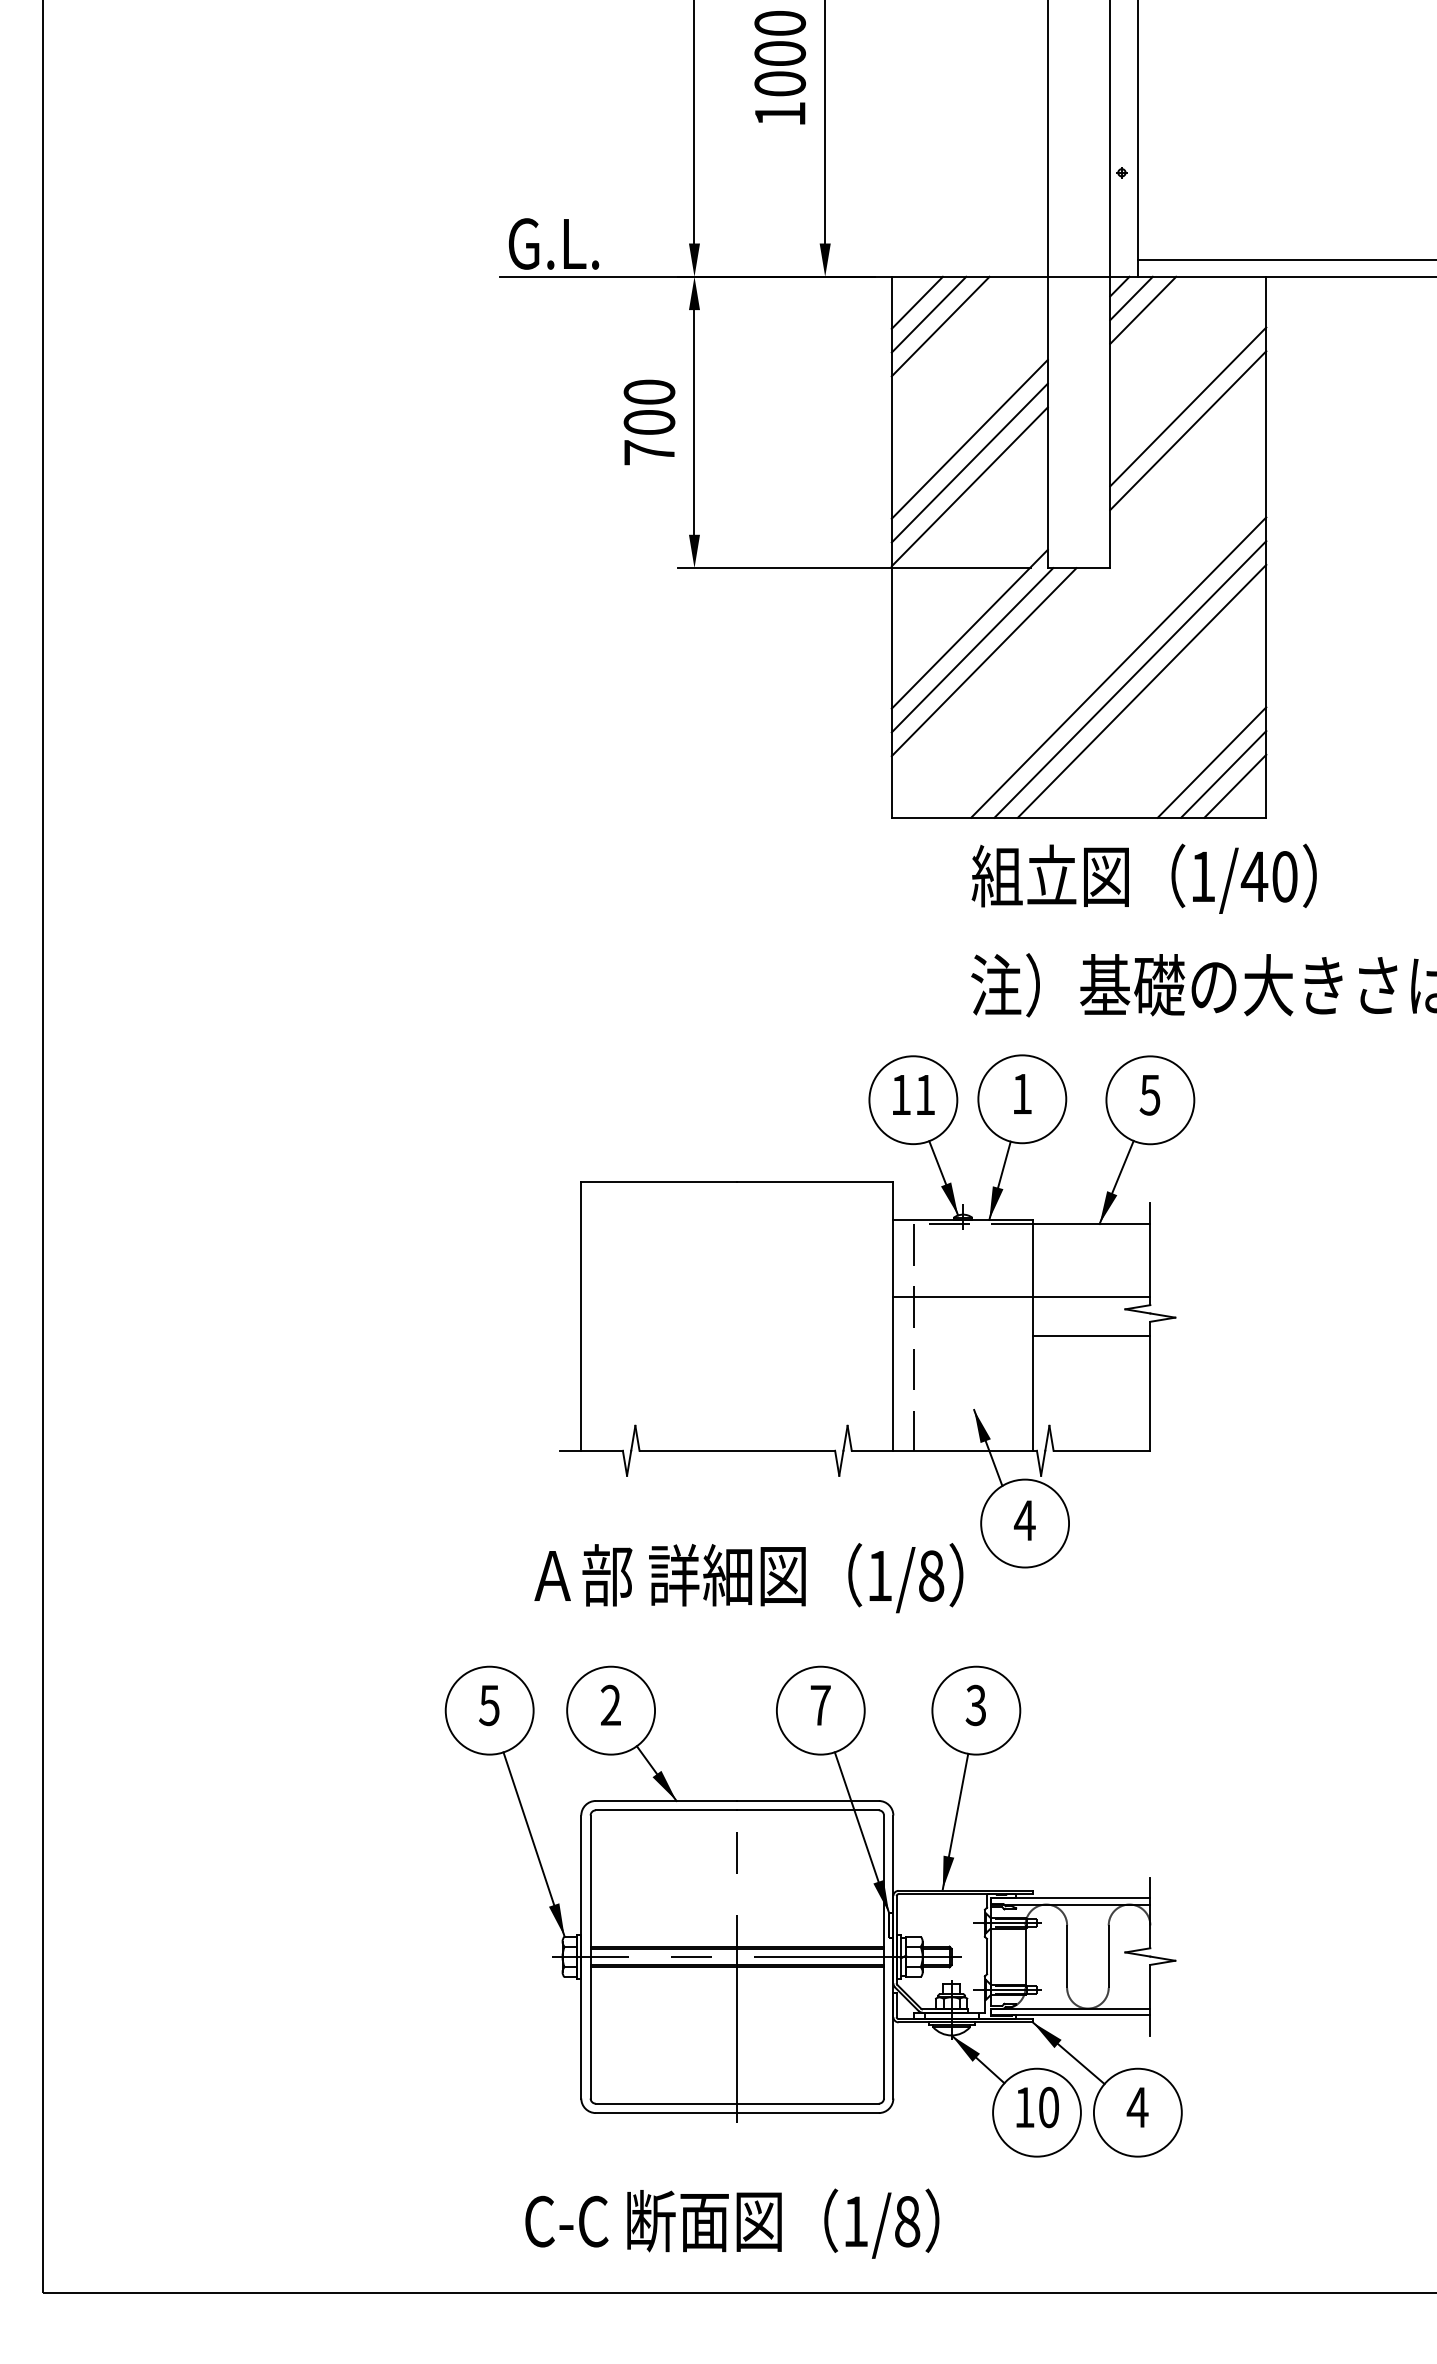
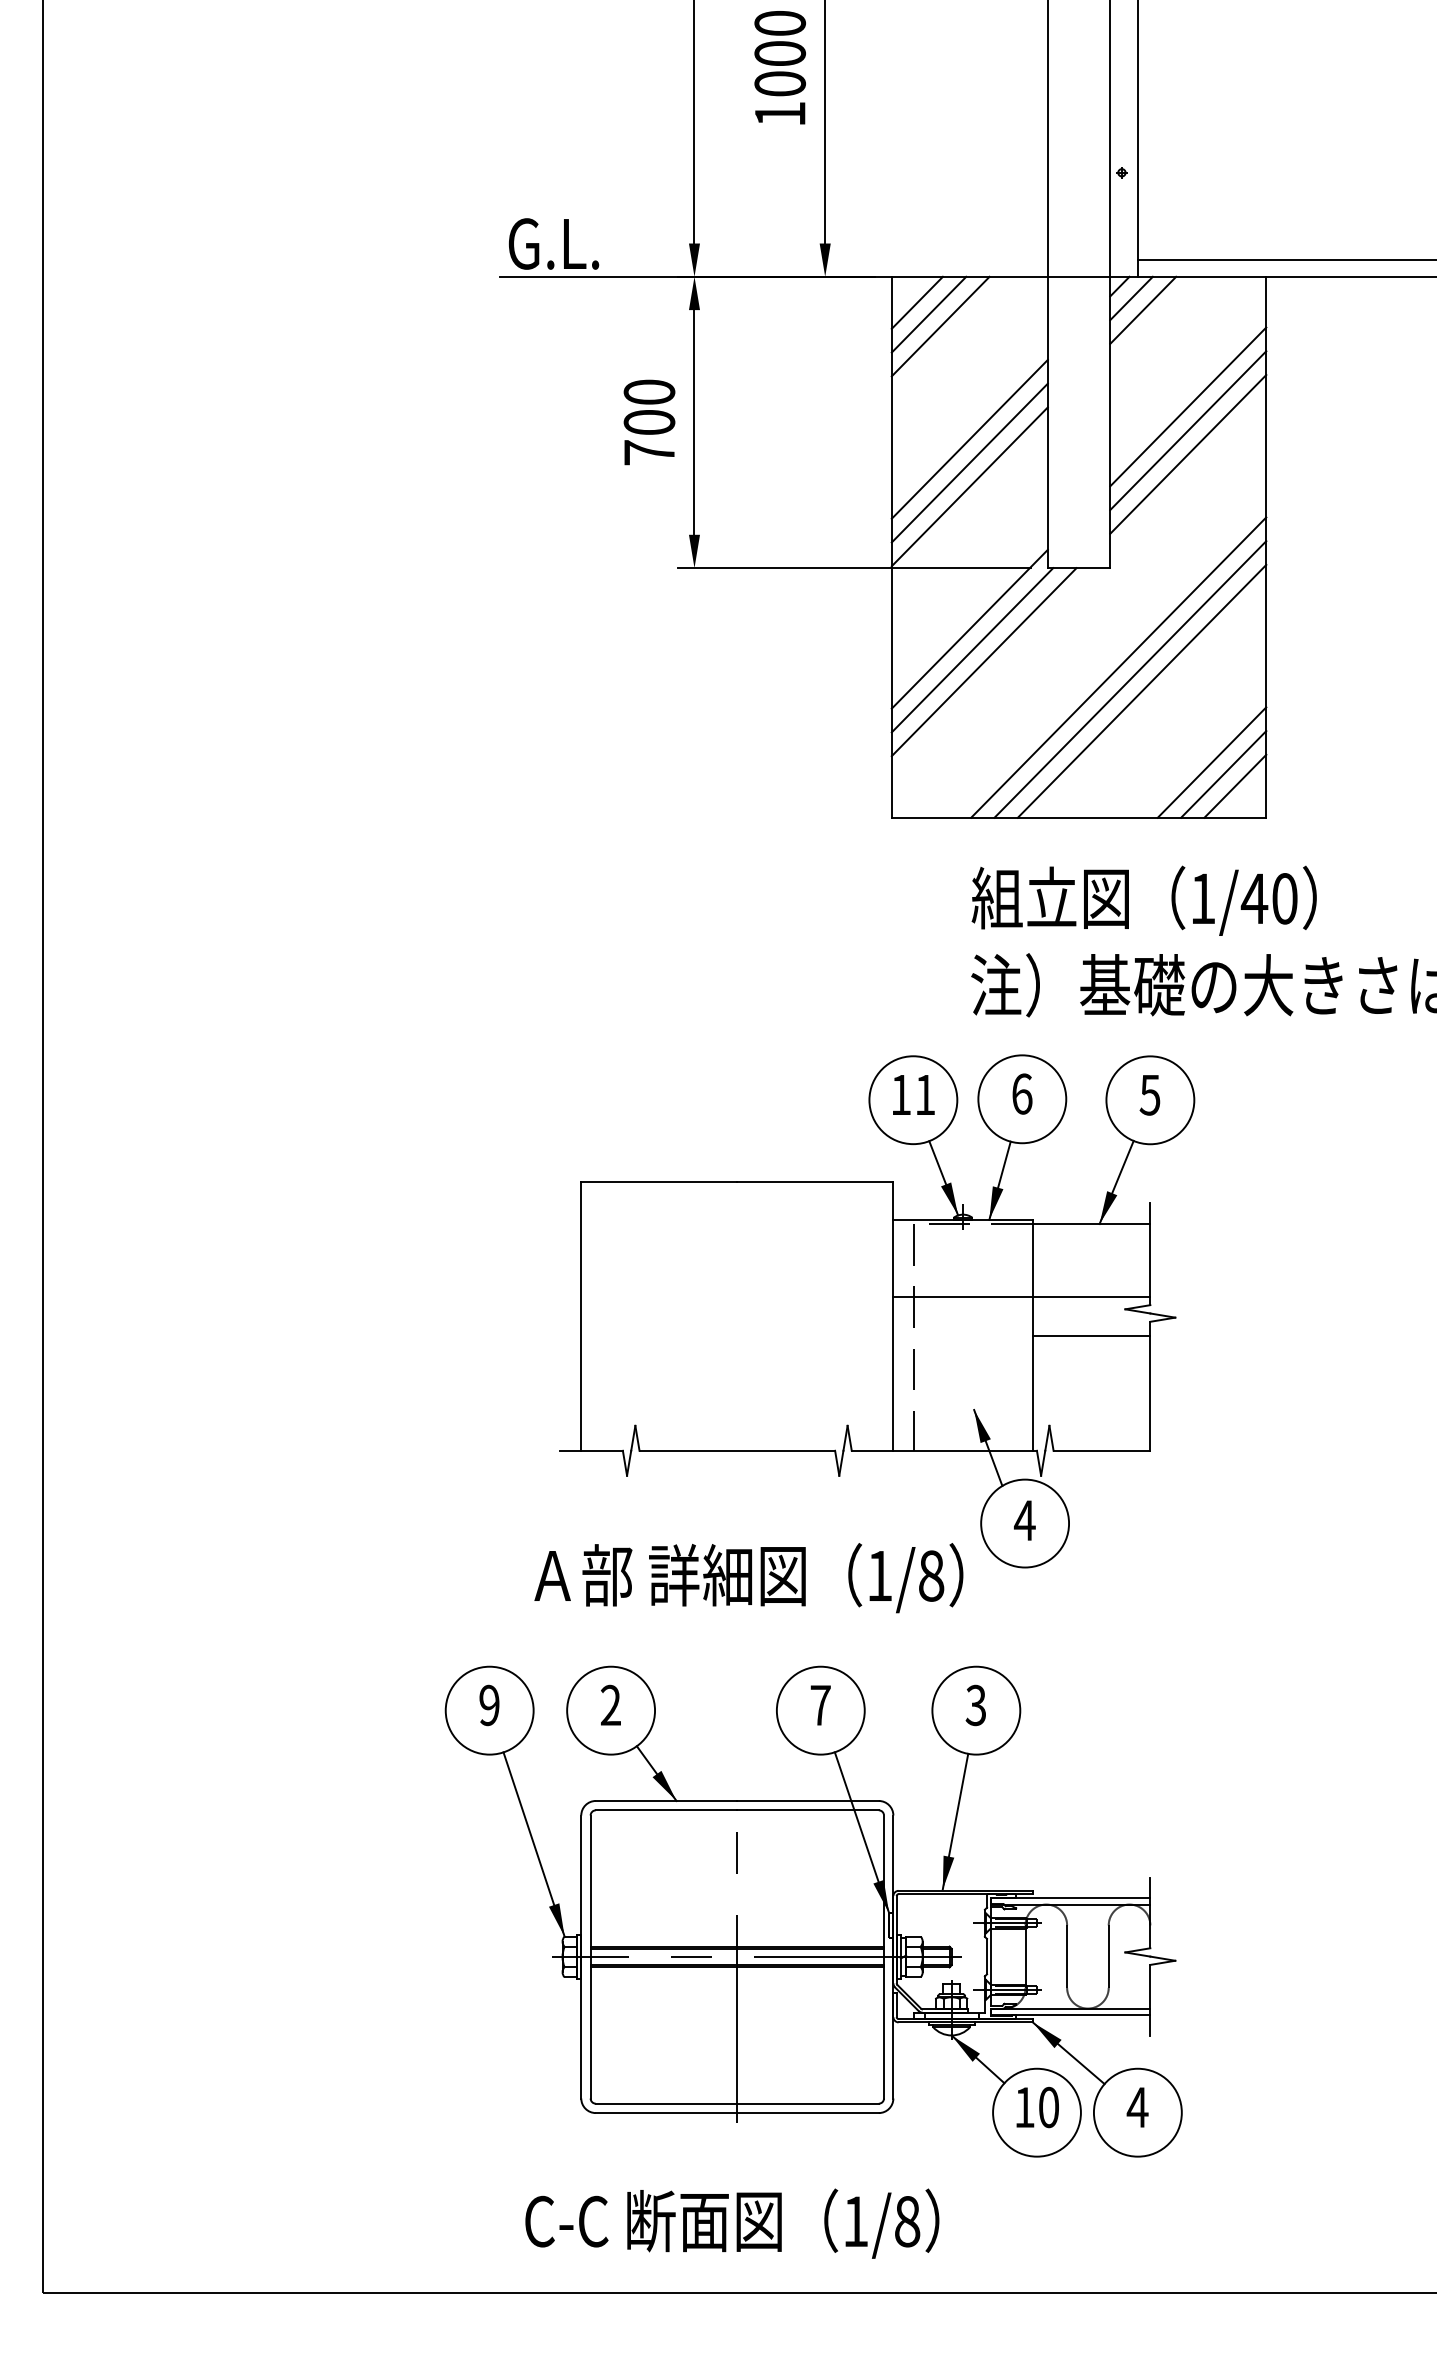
line at (1188, 454): none -> present
text at (1143, 878) position: (1143, 878) -> (1143, 900)
text at (1022, 1093): 1 -> 6
text at (489, 1705): 5 -> 9
